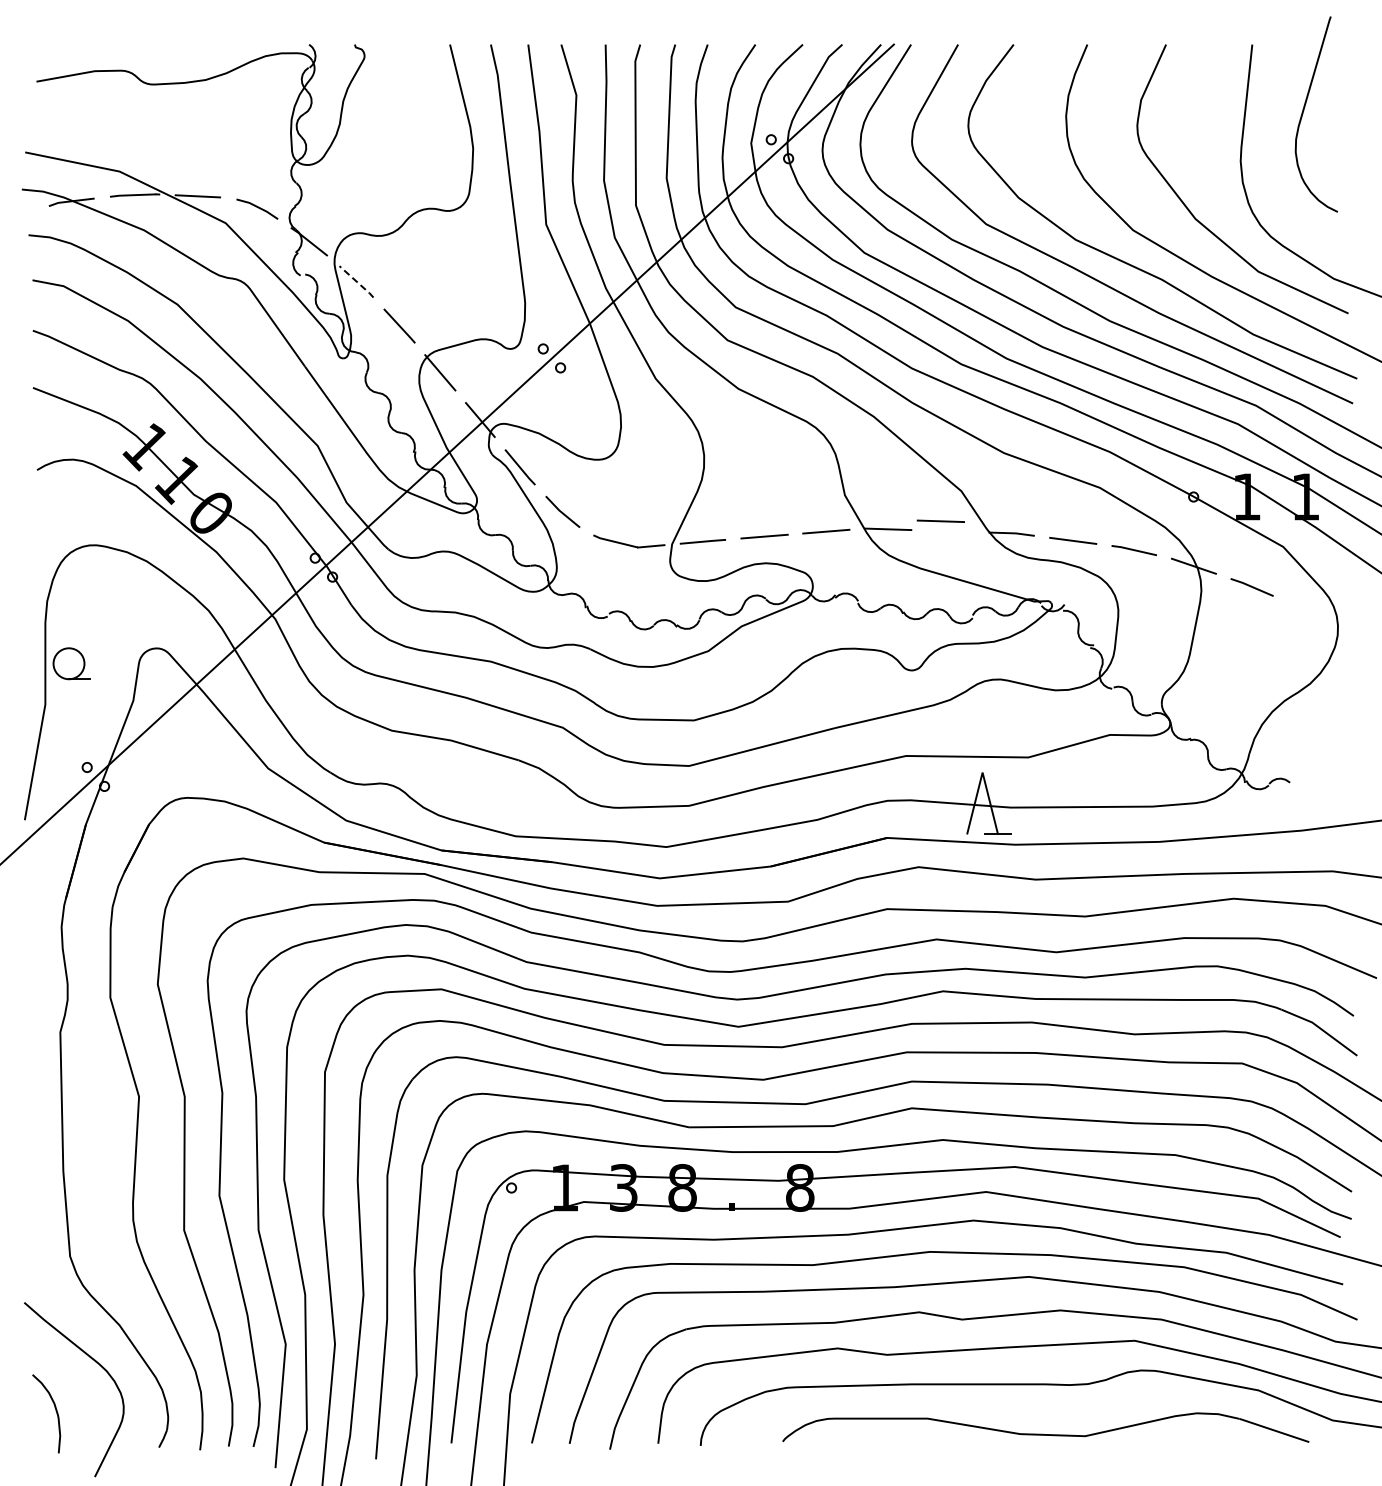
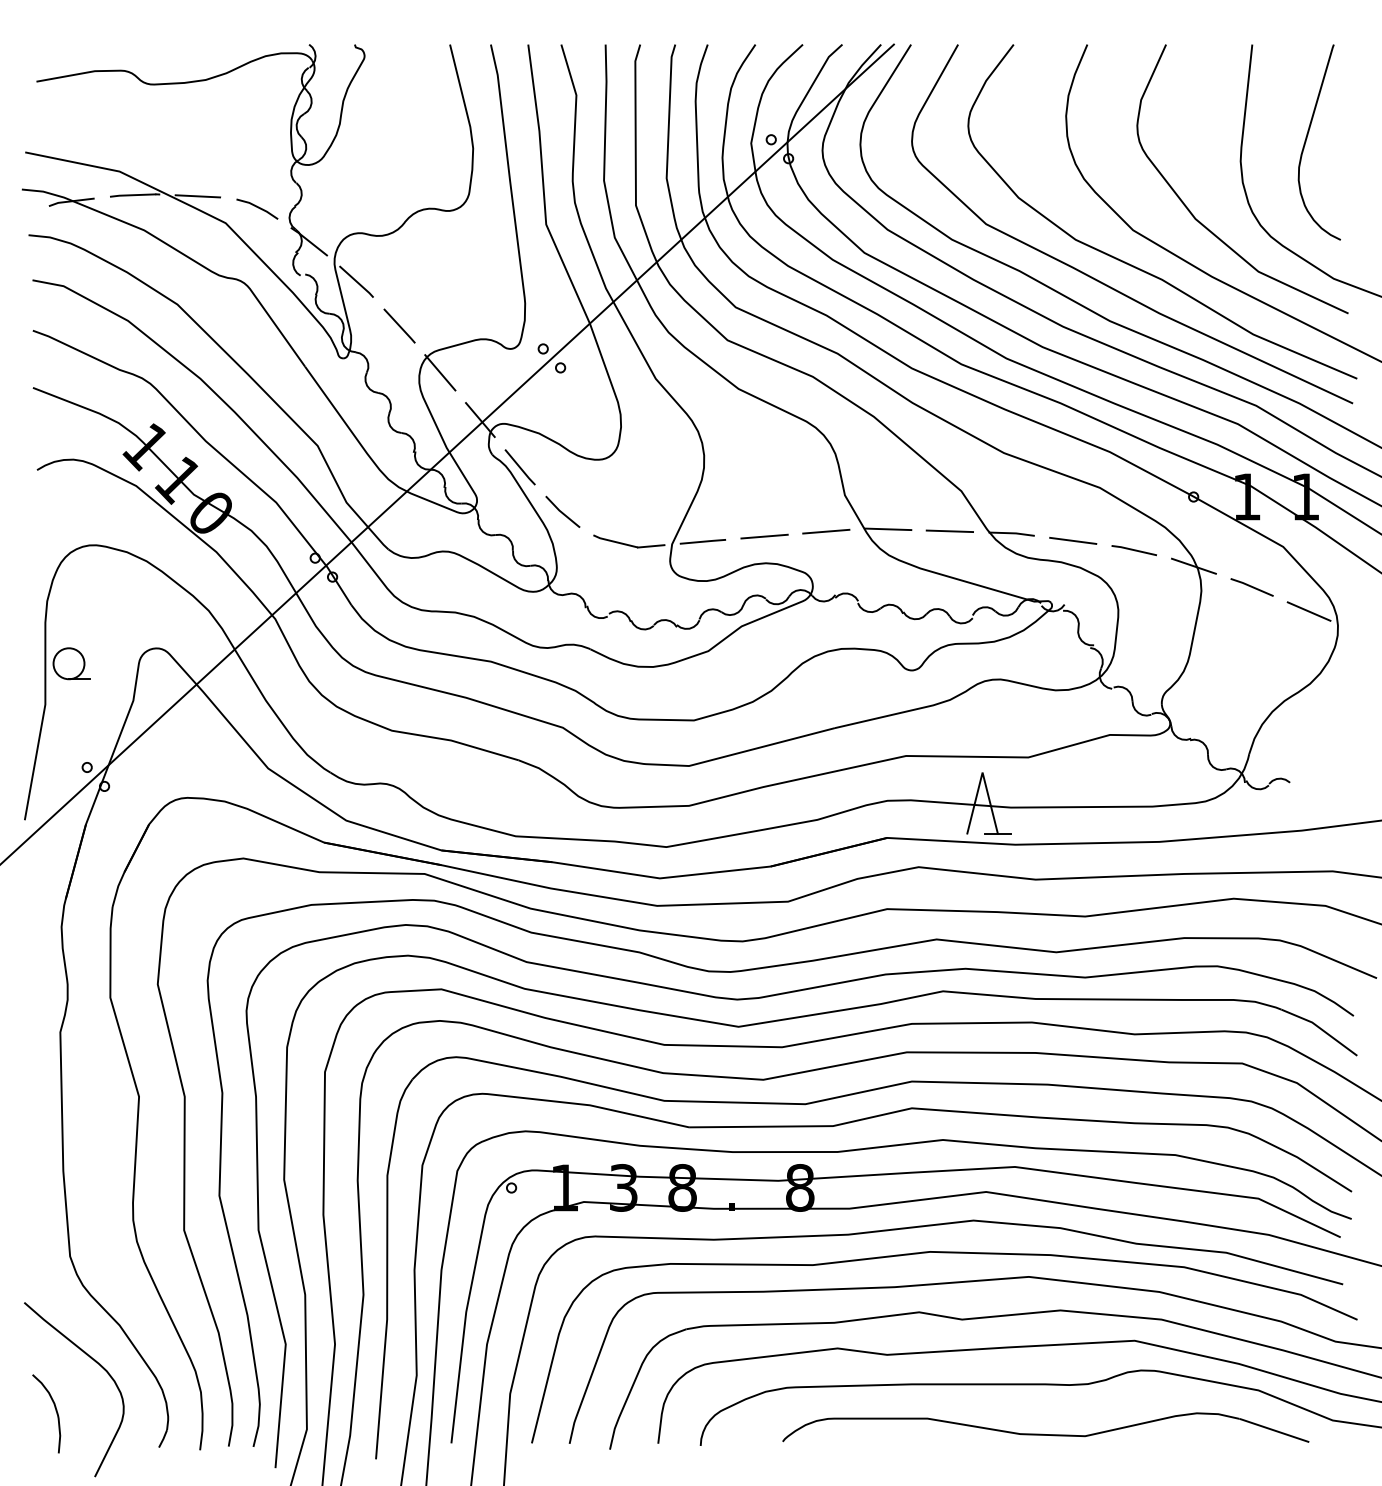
curve at (1304, 110) position: (1304, 110) -> (1307, 138)
line at (357, 281): dashed -> solid
line at (940, 520) position: (940, 520) -> (949, 530)
line at (1308, 611): none -> present
